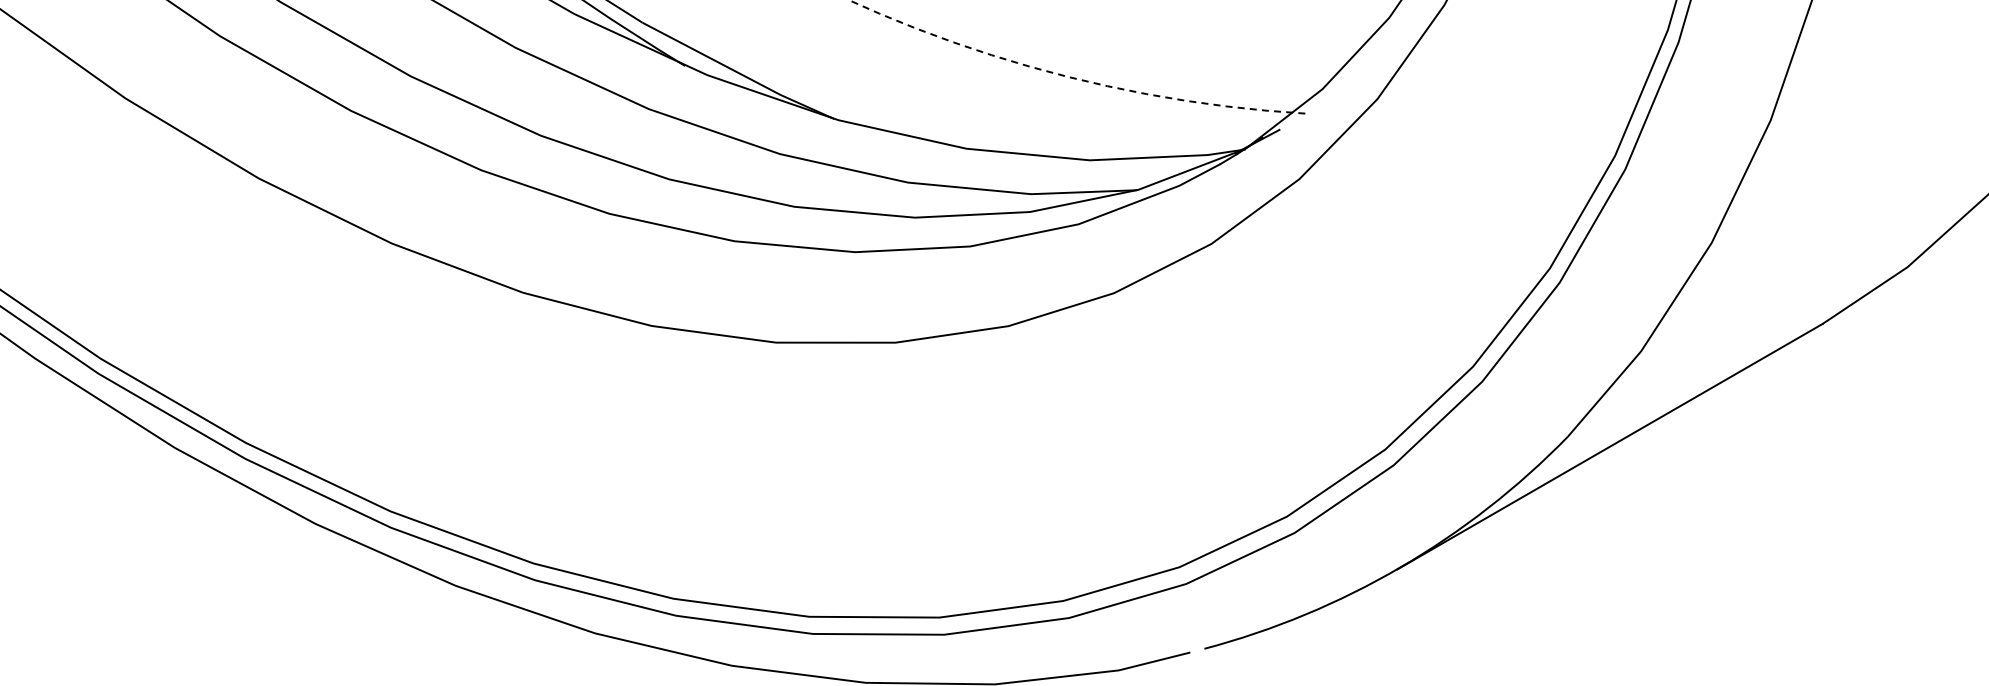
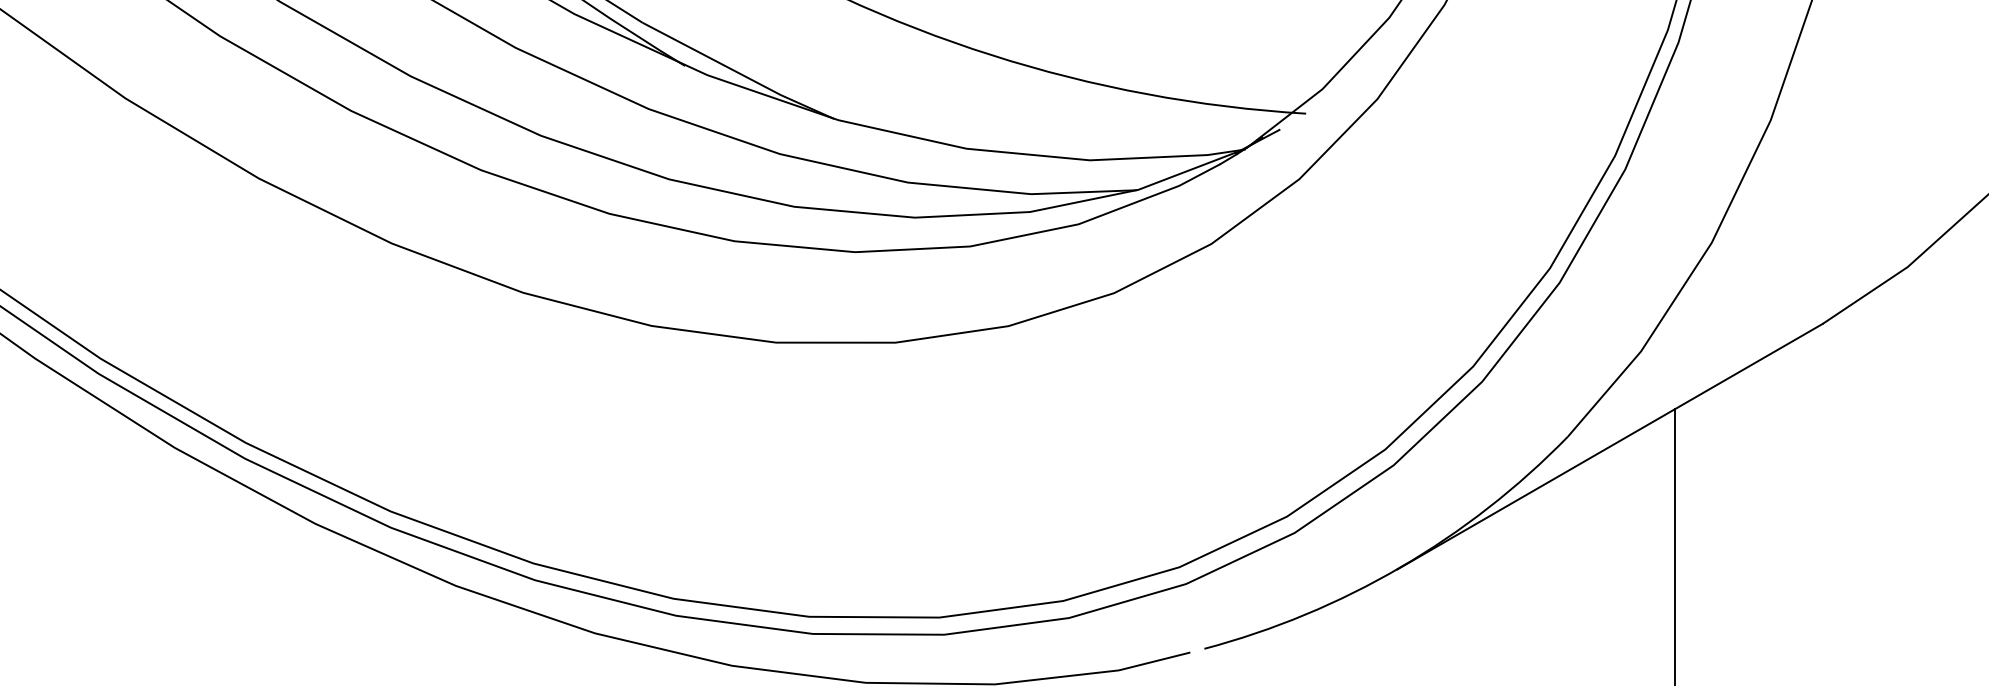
arc at (1074, 78): dashed -> solid
line at (1674, 545): none -> present
